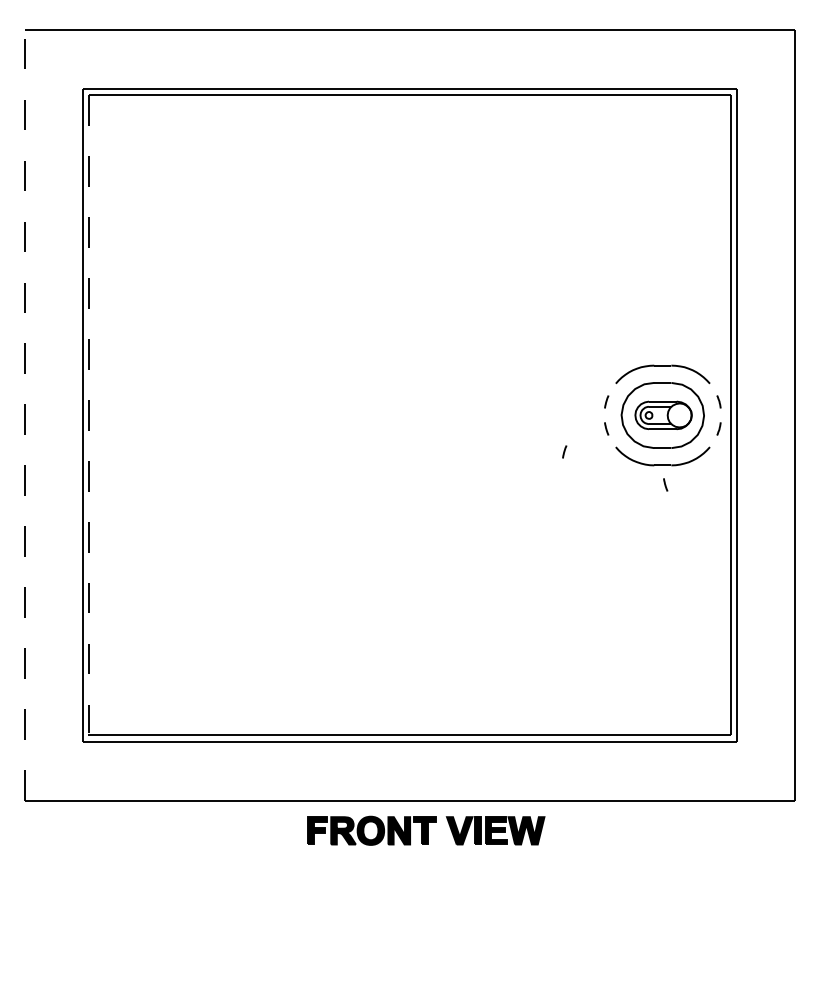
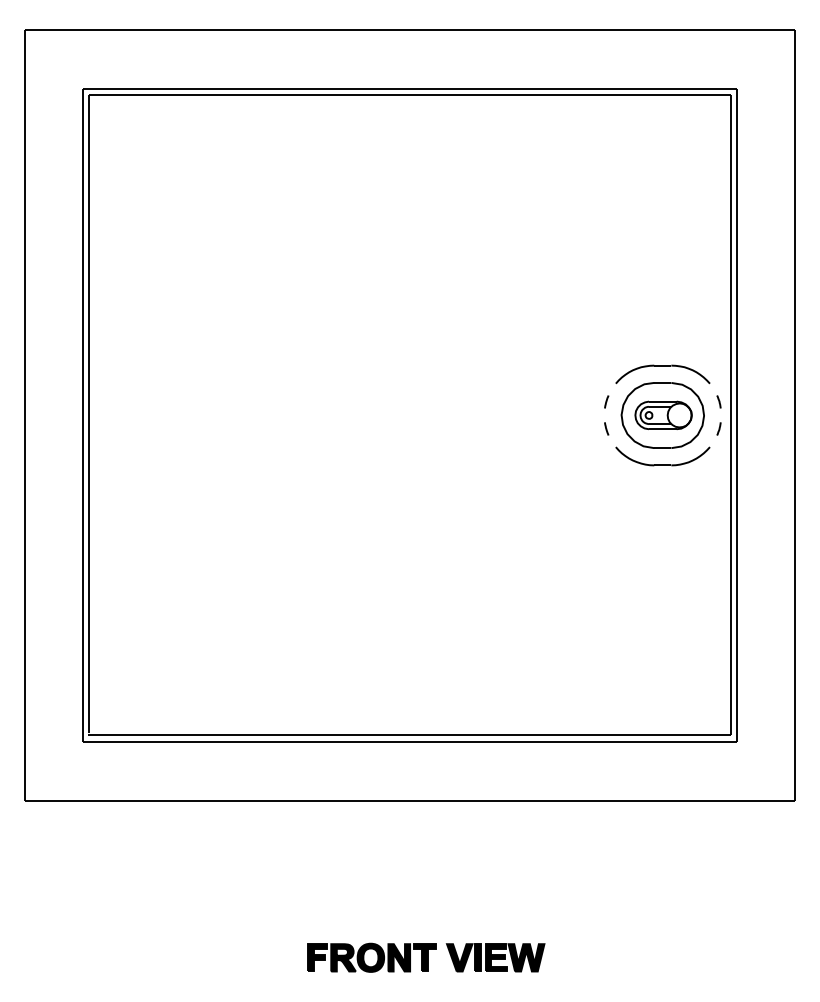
line at (24, 414): dashed -> solid
line at (88, 414): dashed -> solid
curve at (564, 451): present -> none
line at (665, 484): present -> none
part at (426, 830) position: (426, 830) -> (426, 957)
